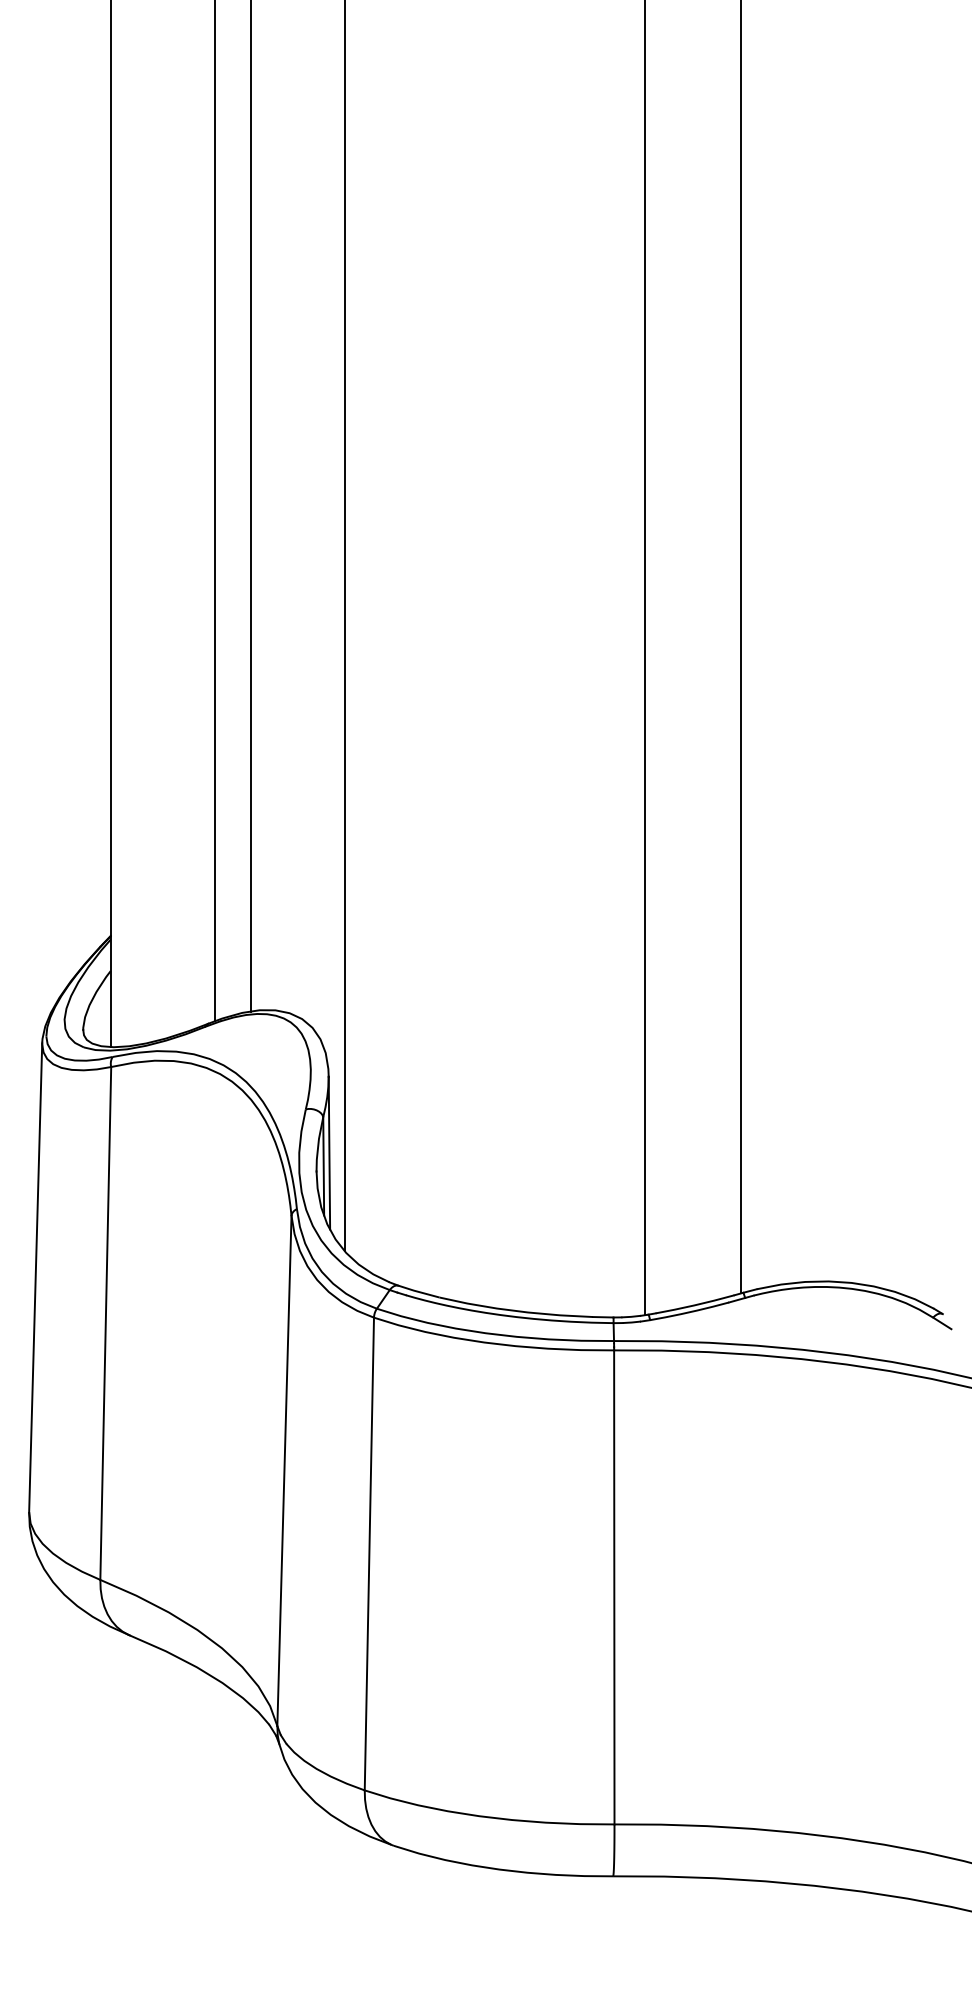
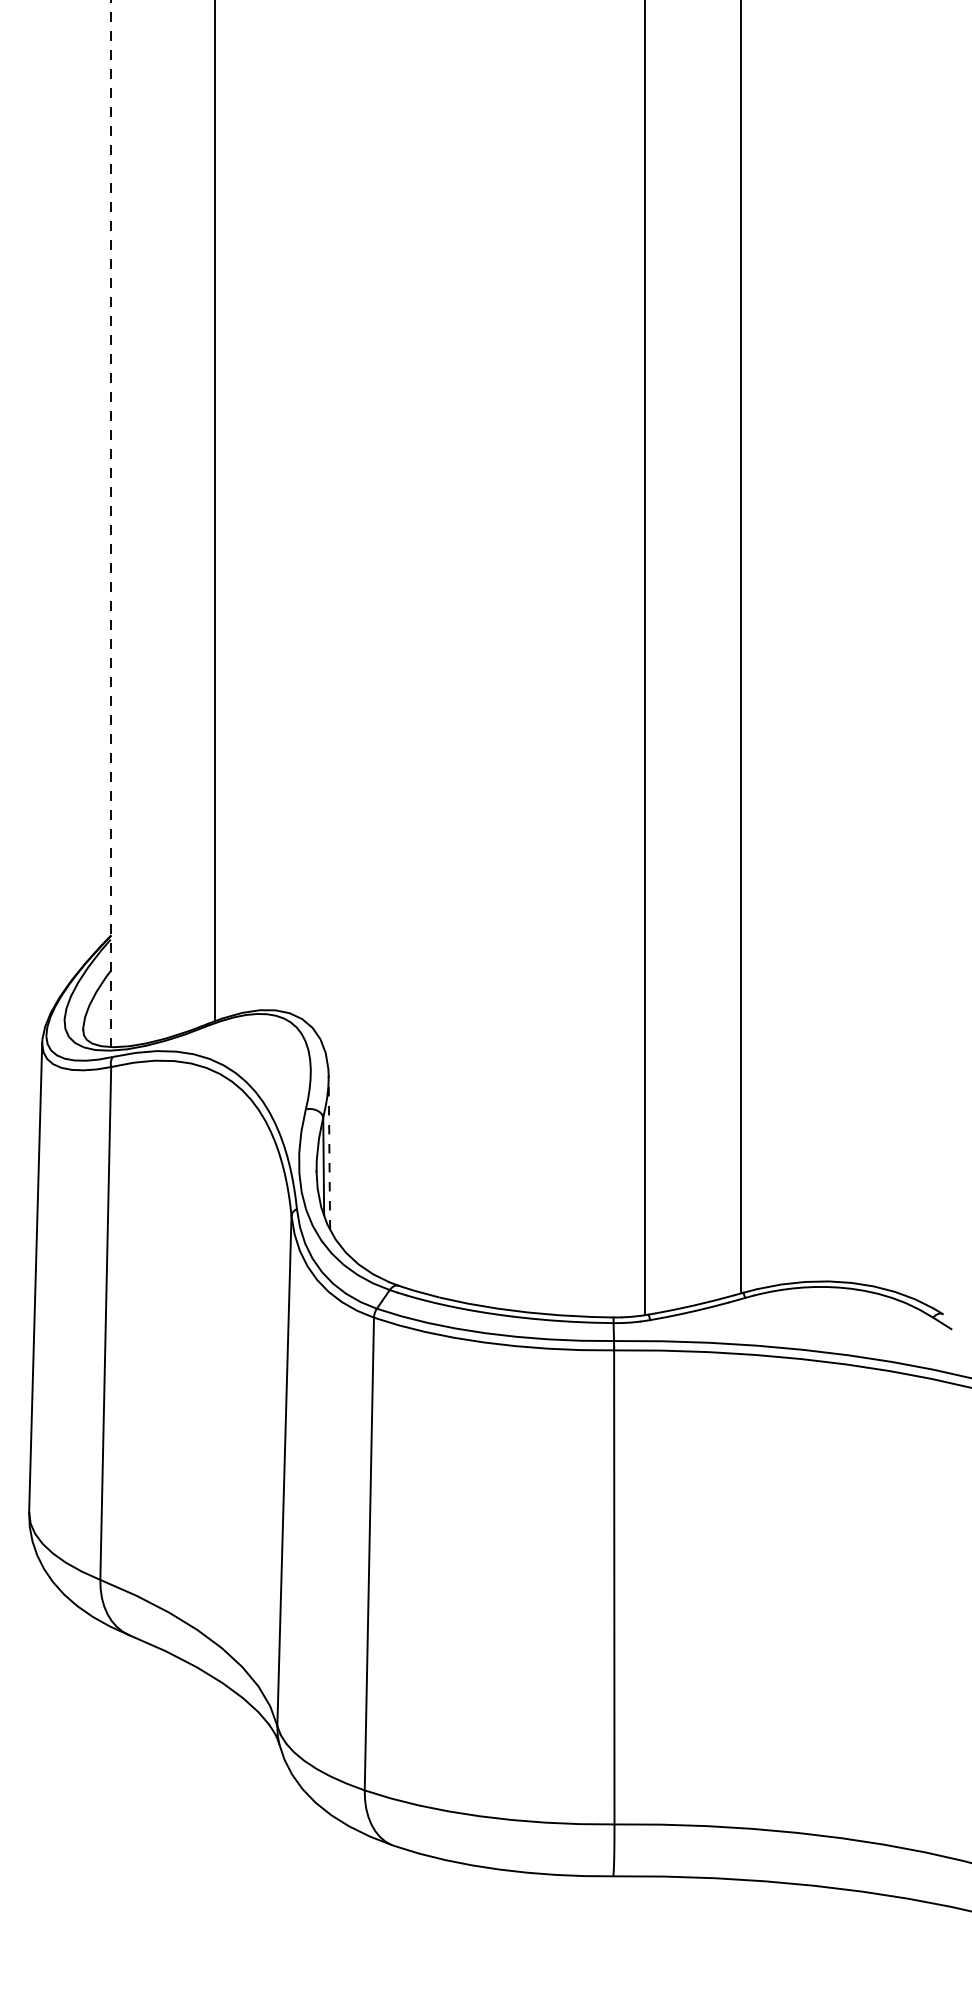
line at (250, 506): present -> none
line at (110, 524): solid -> dashed
line at (344, 626): present -> none
line at (329, 1152): solid -> dashed
